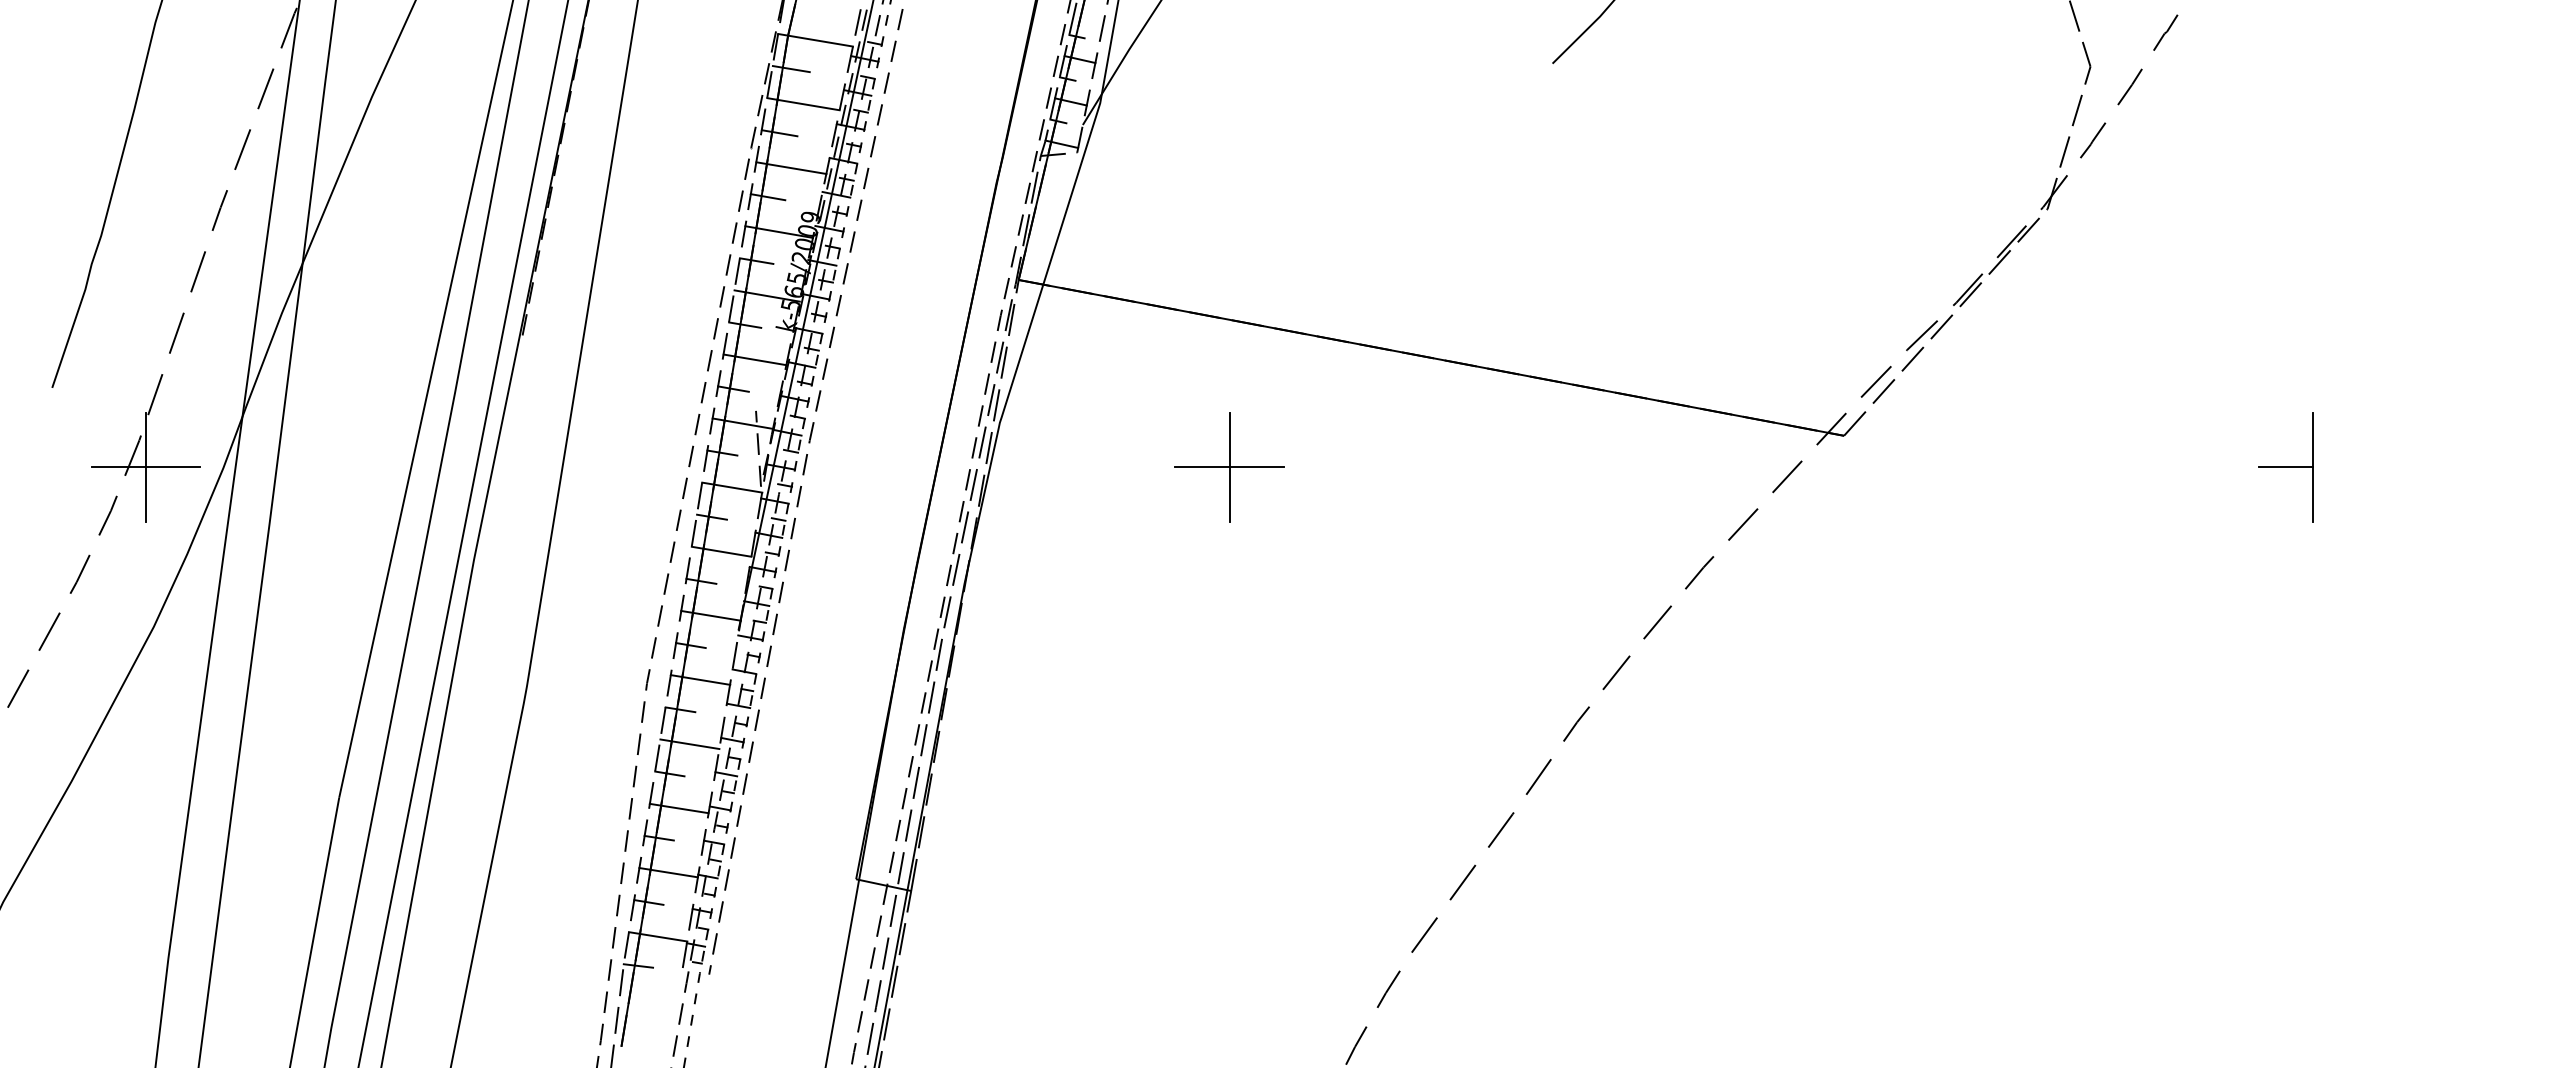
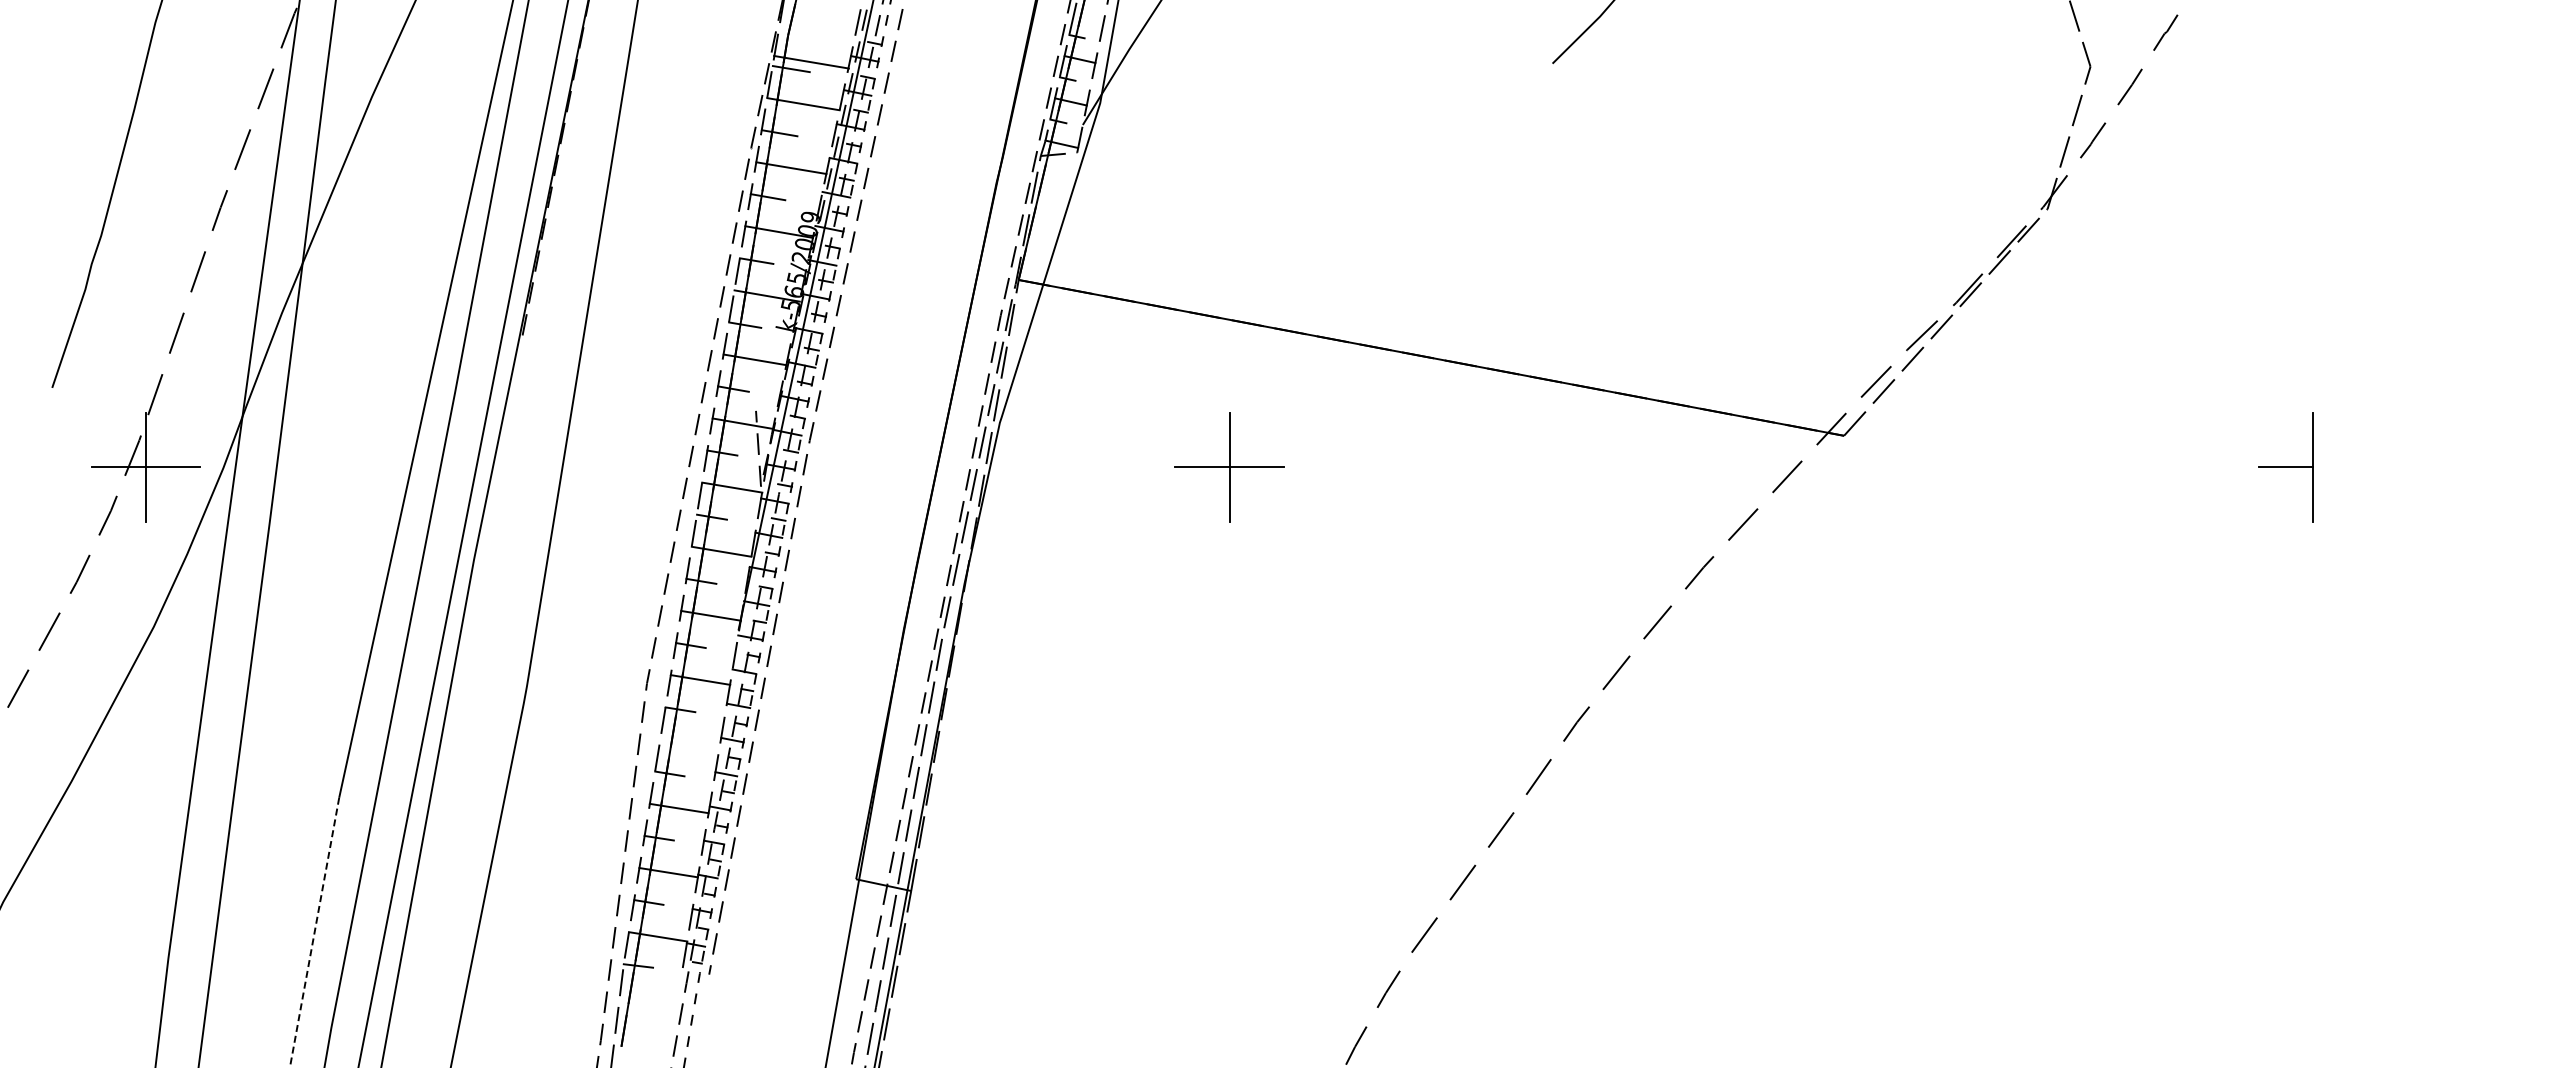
line at (815, 39) position: (815, 39) -> (811, 61)
line at (689, 744): present -> none
line at (314, 932): solid -> dashed
